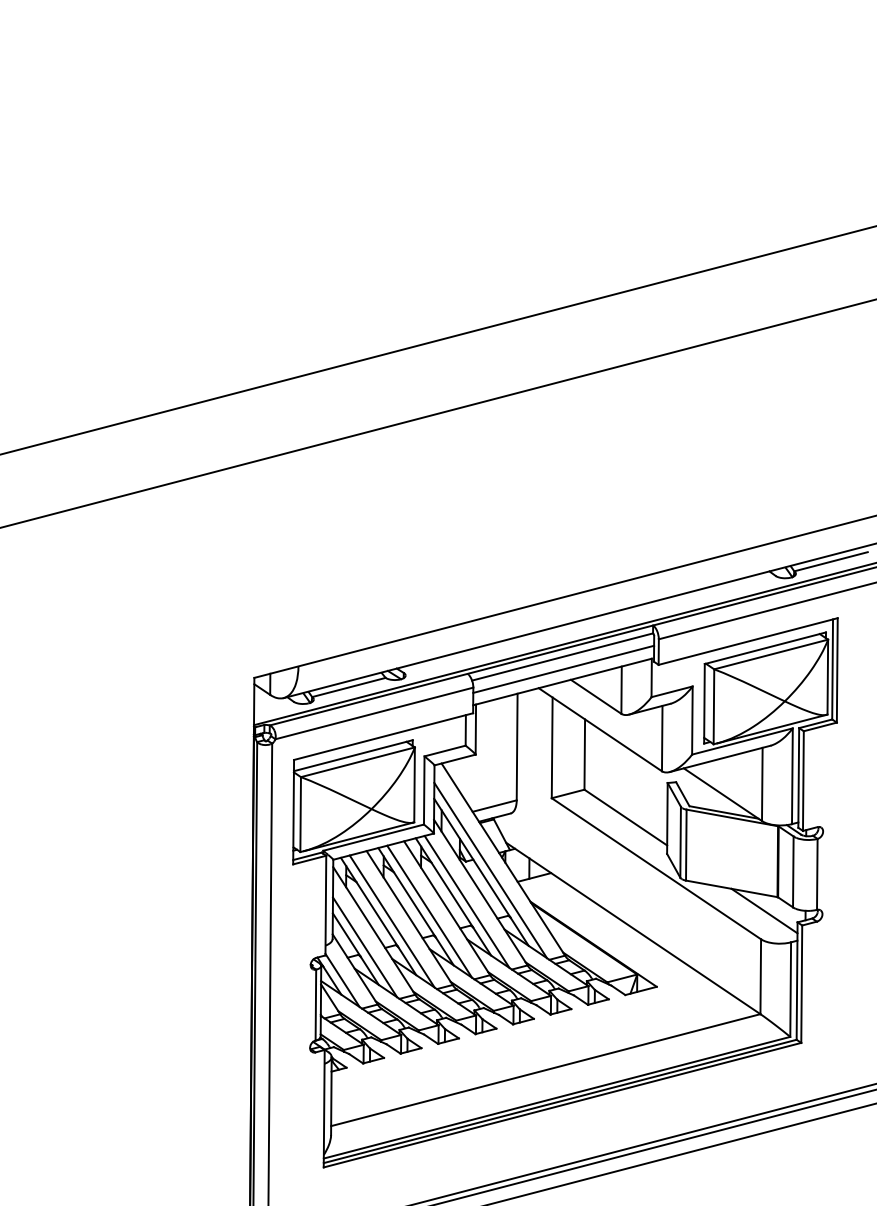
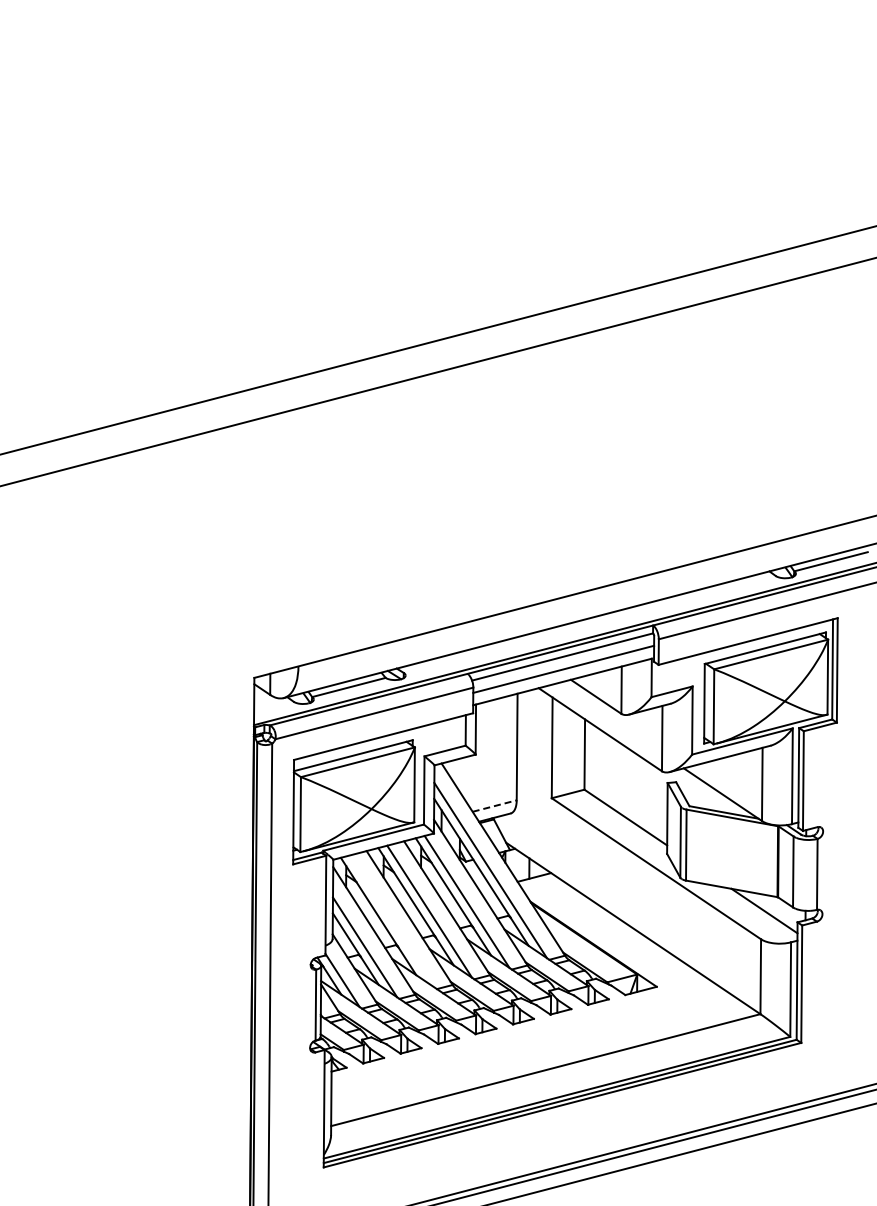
line at (437, 413) position: (437, 413) -> (437, 371)
line at (494, 806): solid -> dashed
line at (391, 921): present -> none
